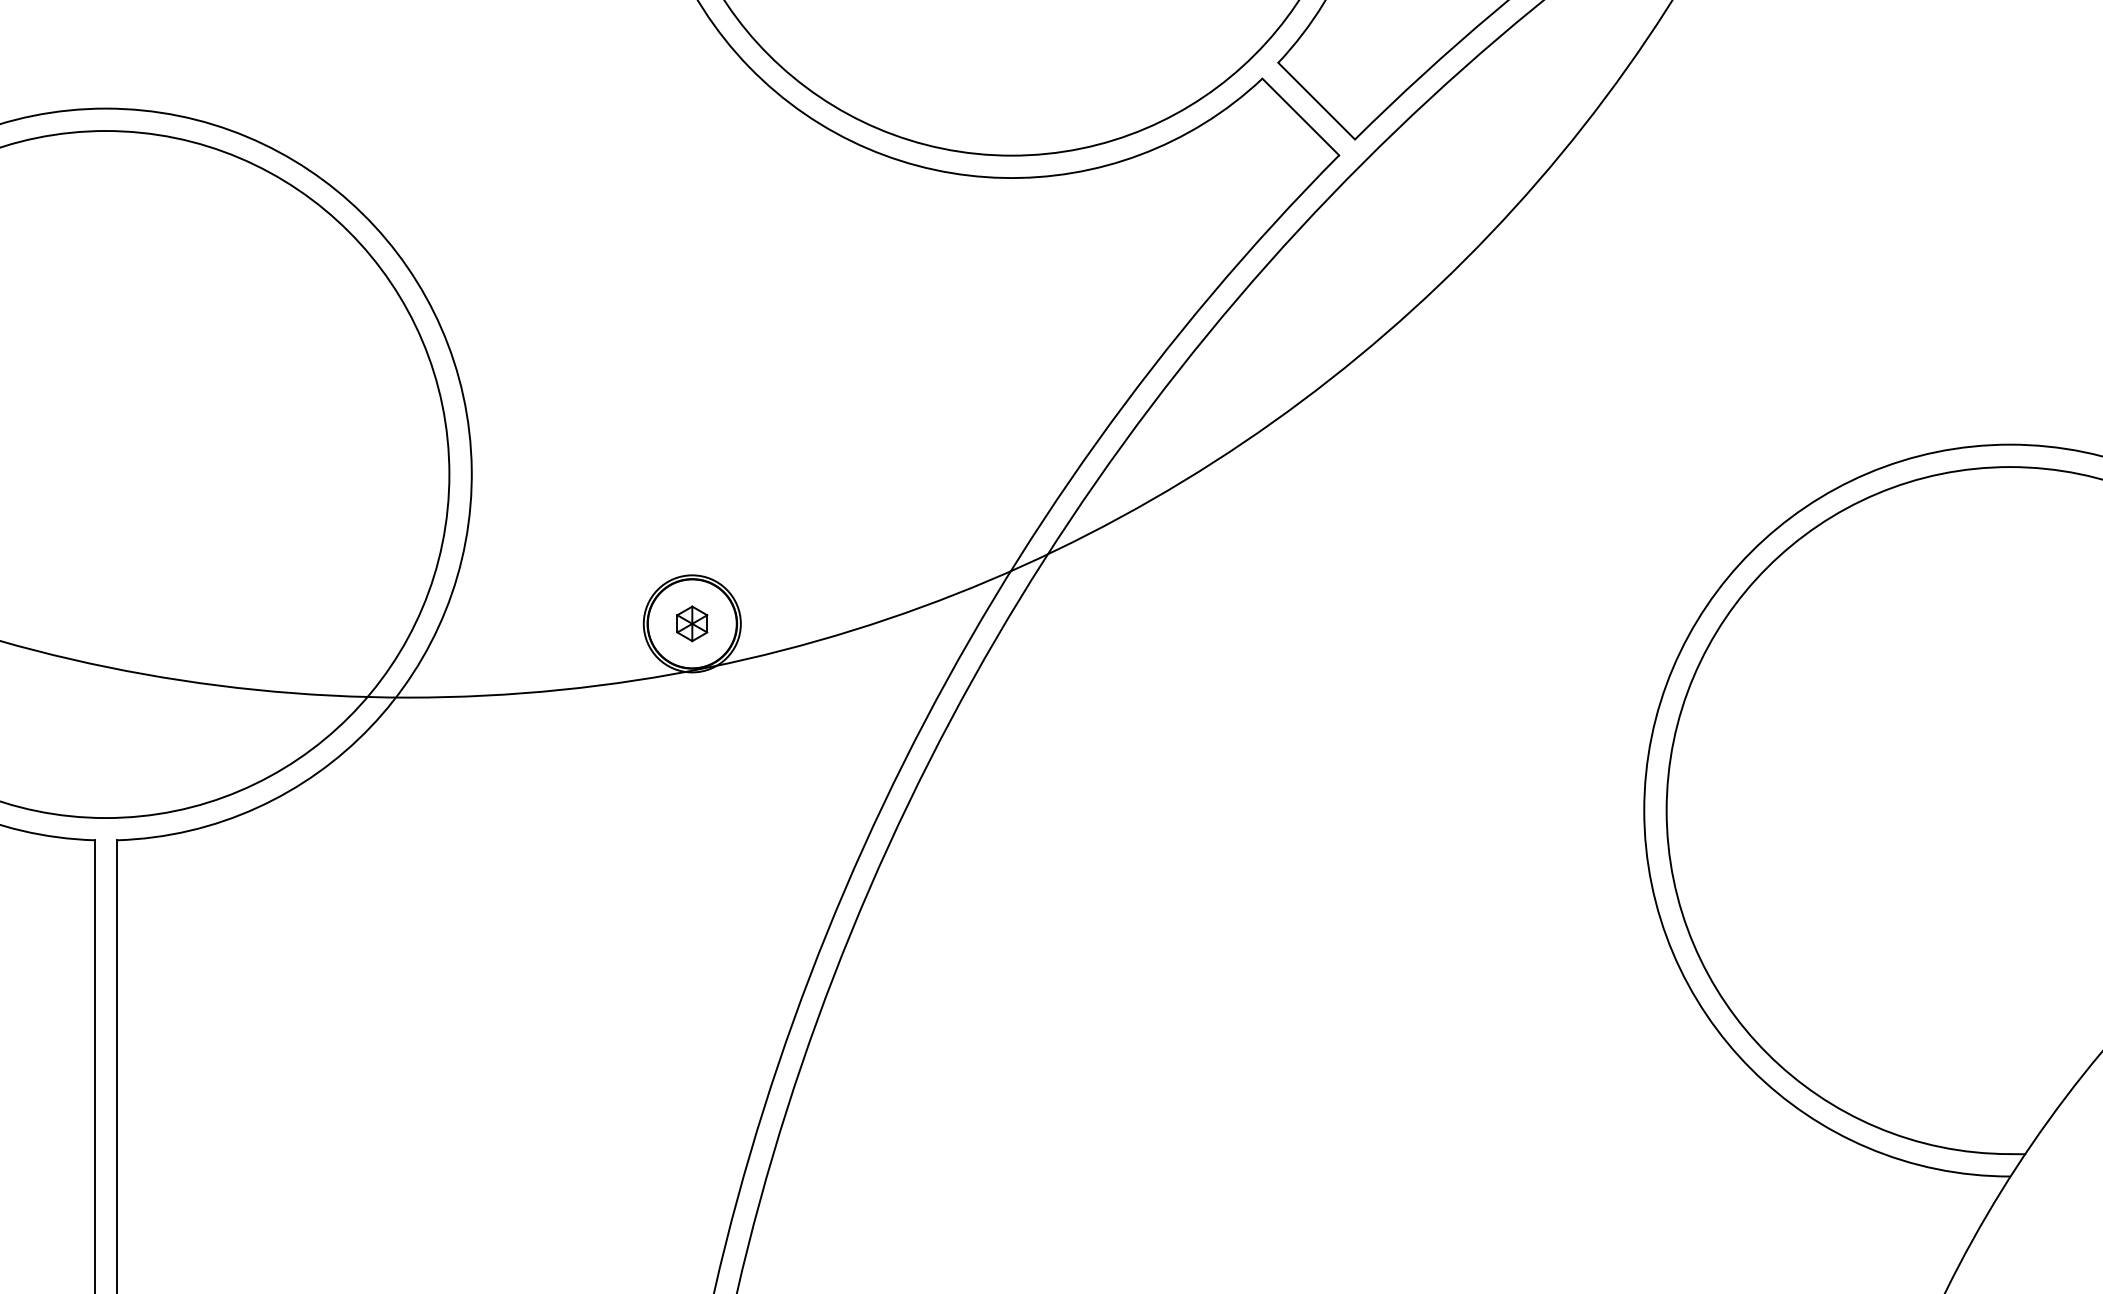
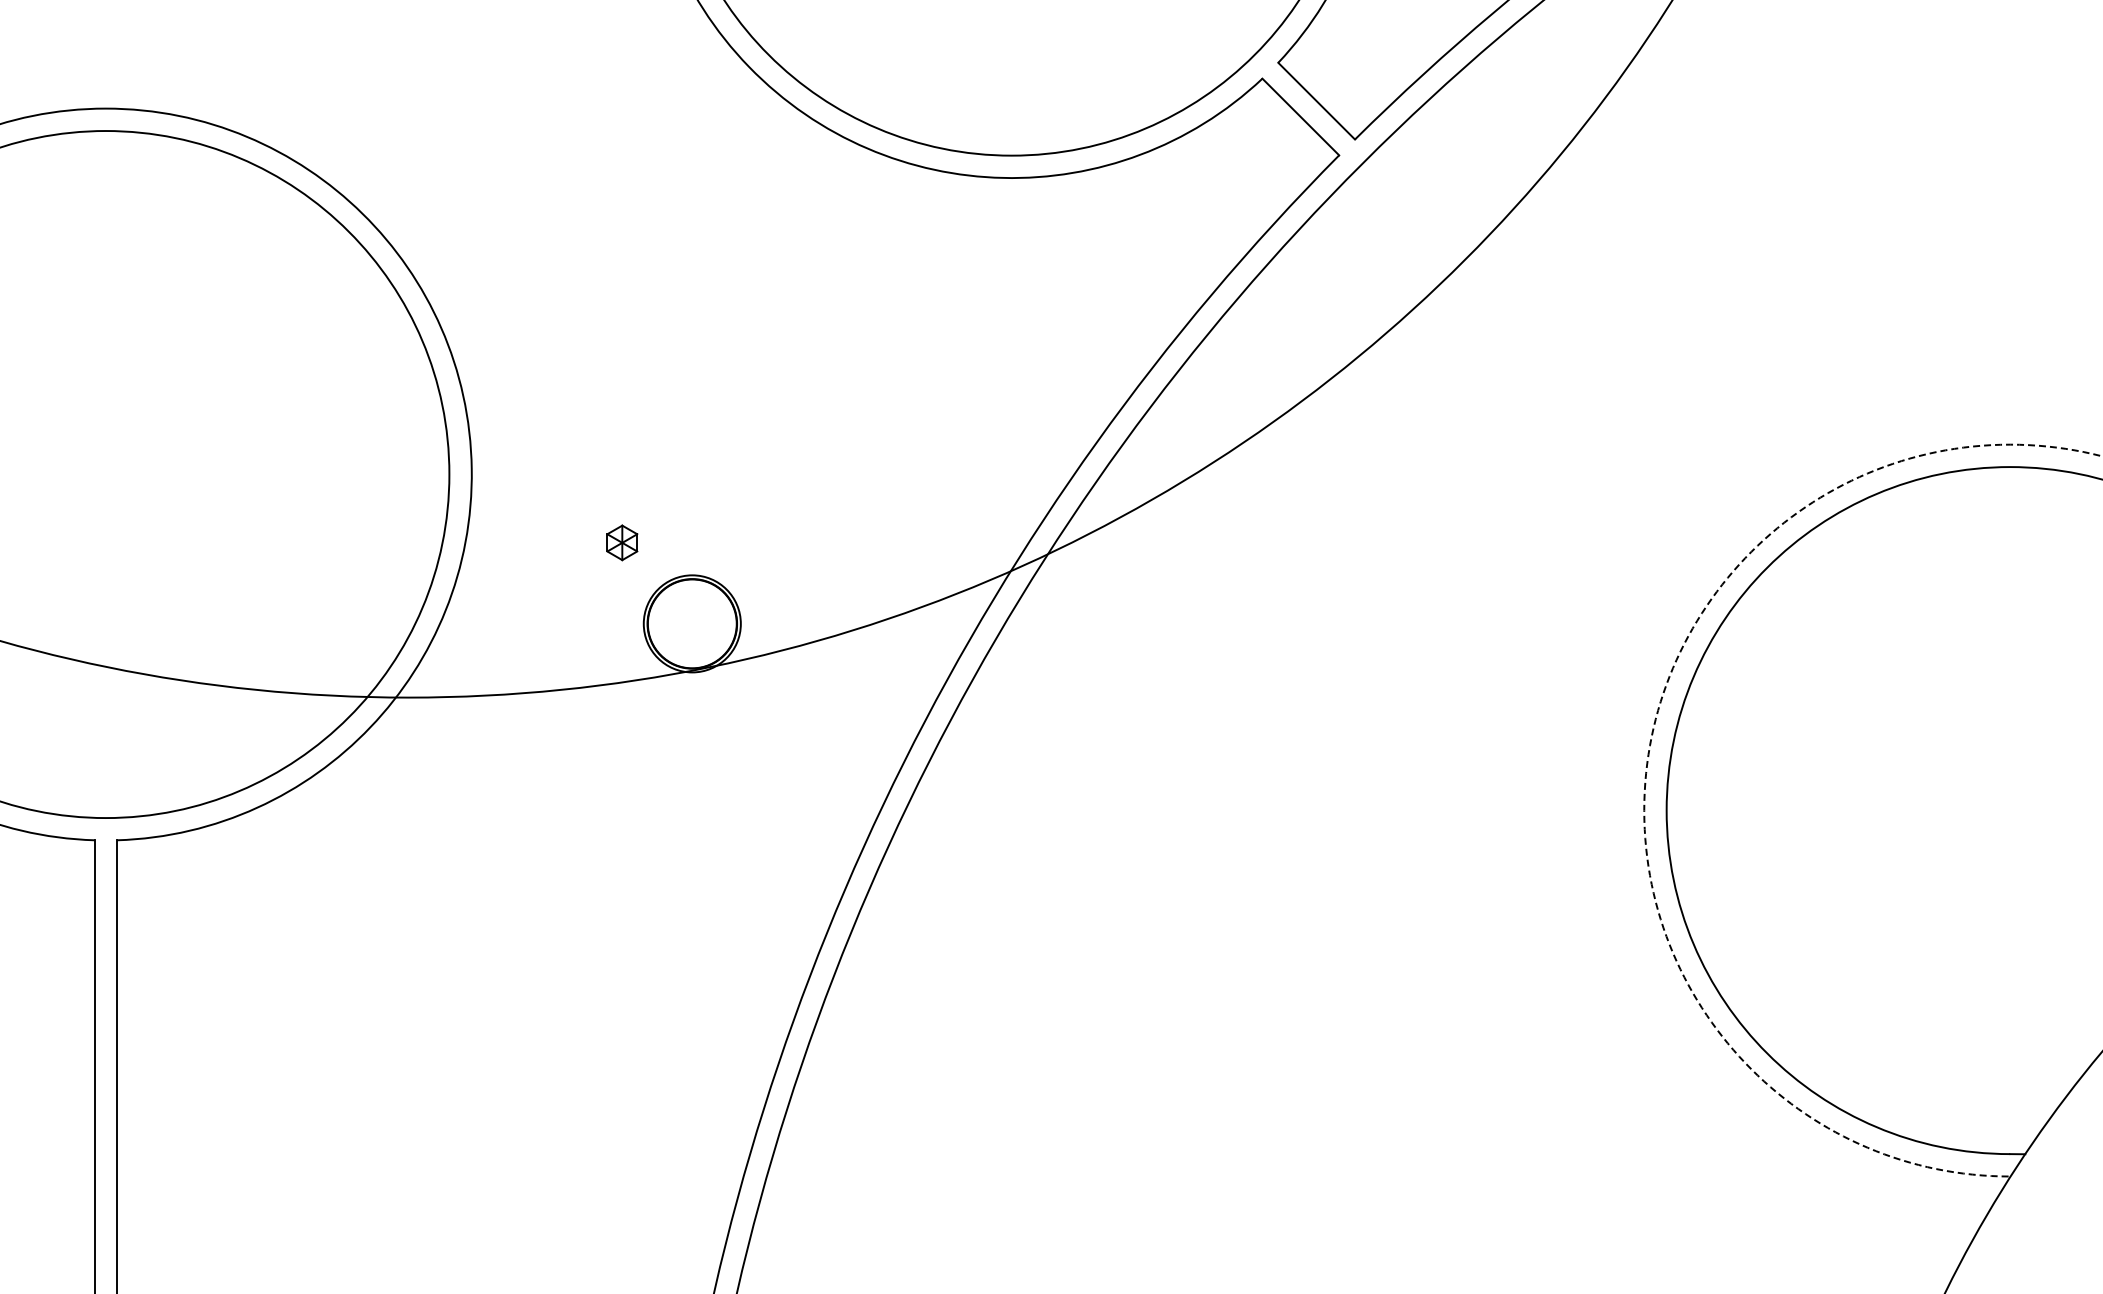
part at (692, 623) position: (692, 623) -> (622, 542)
arc at (1647, 763): solid -> dashed
